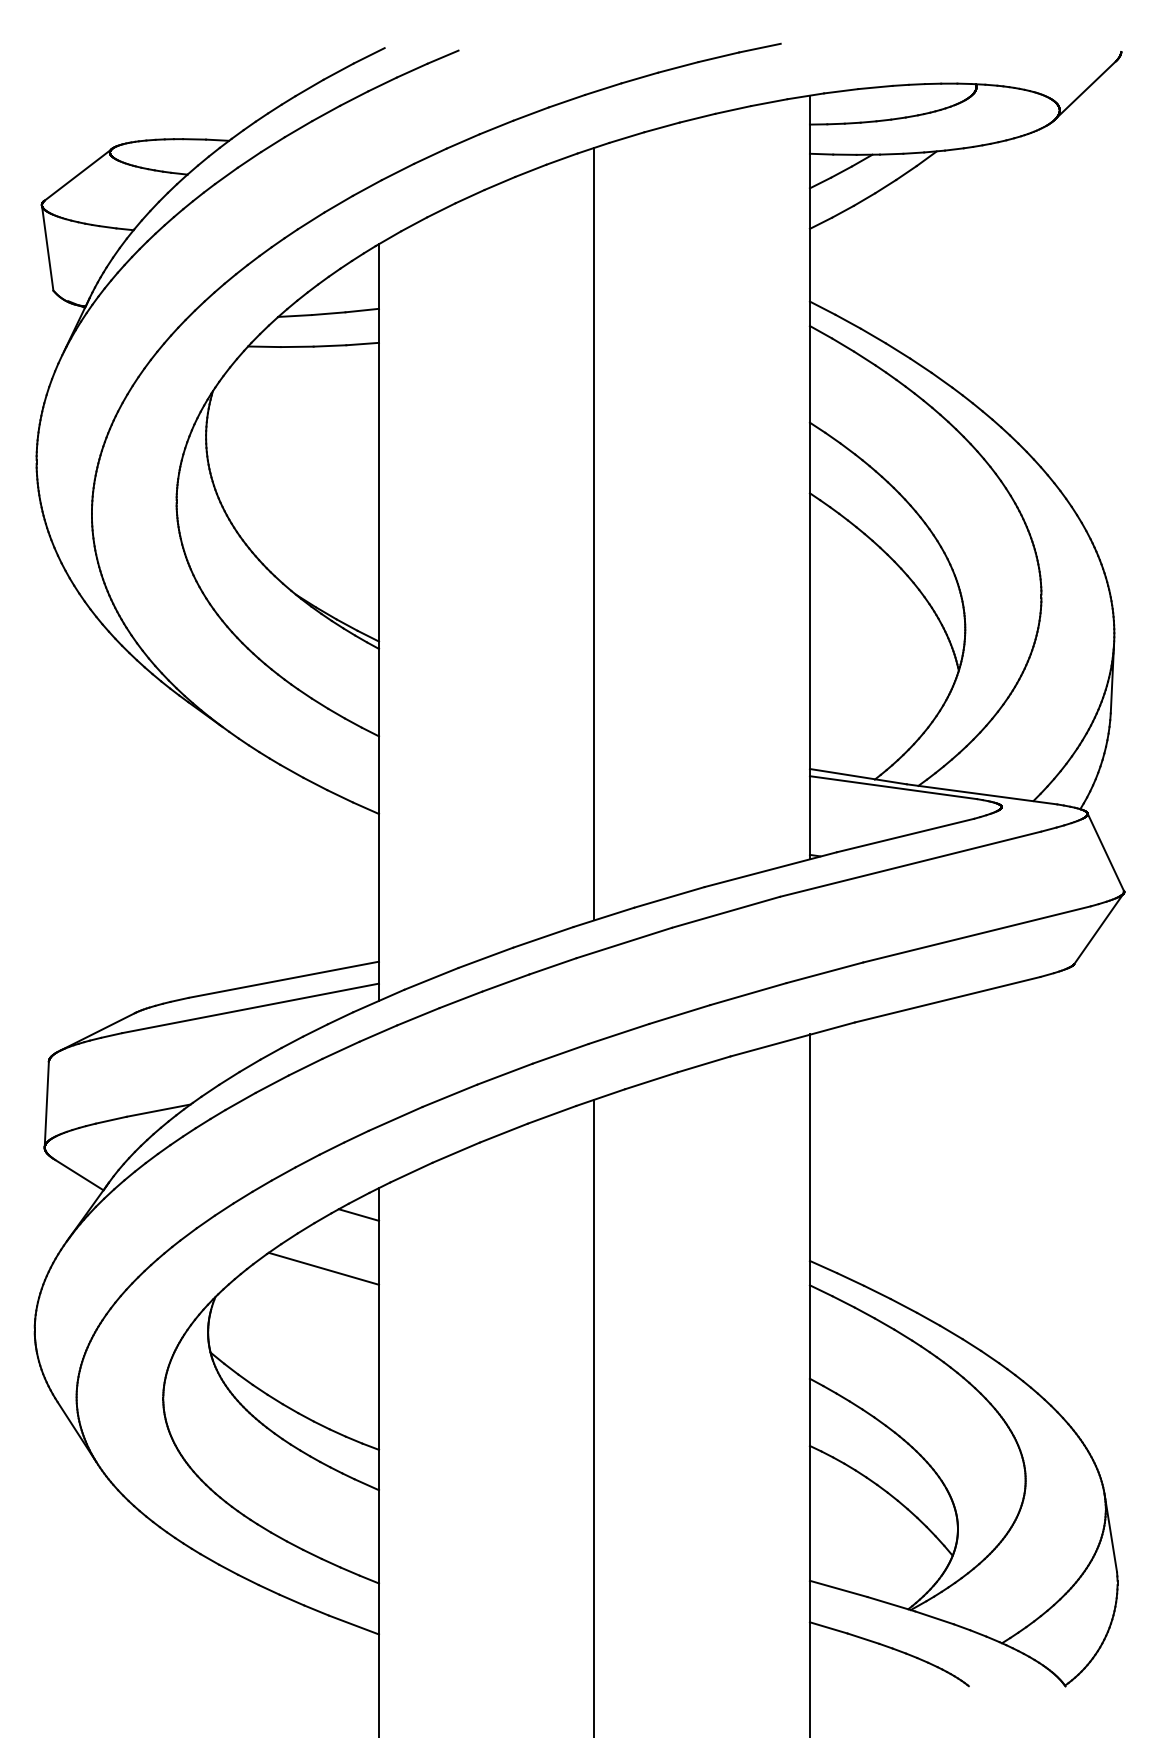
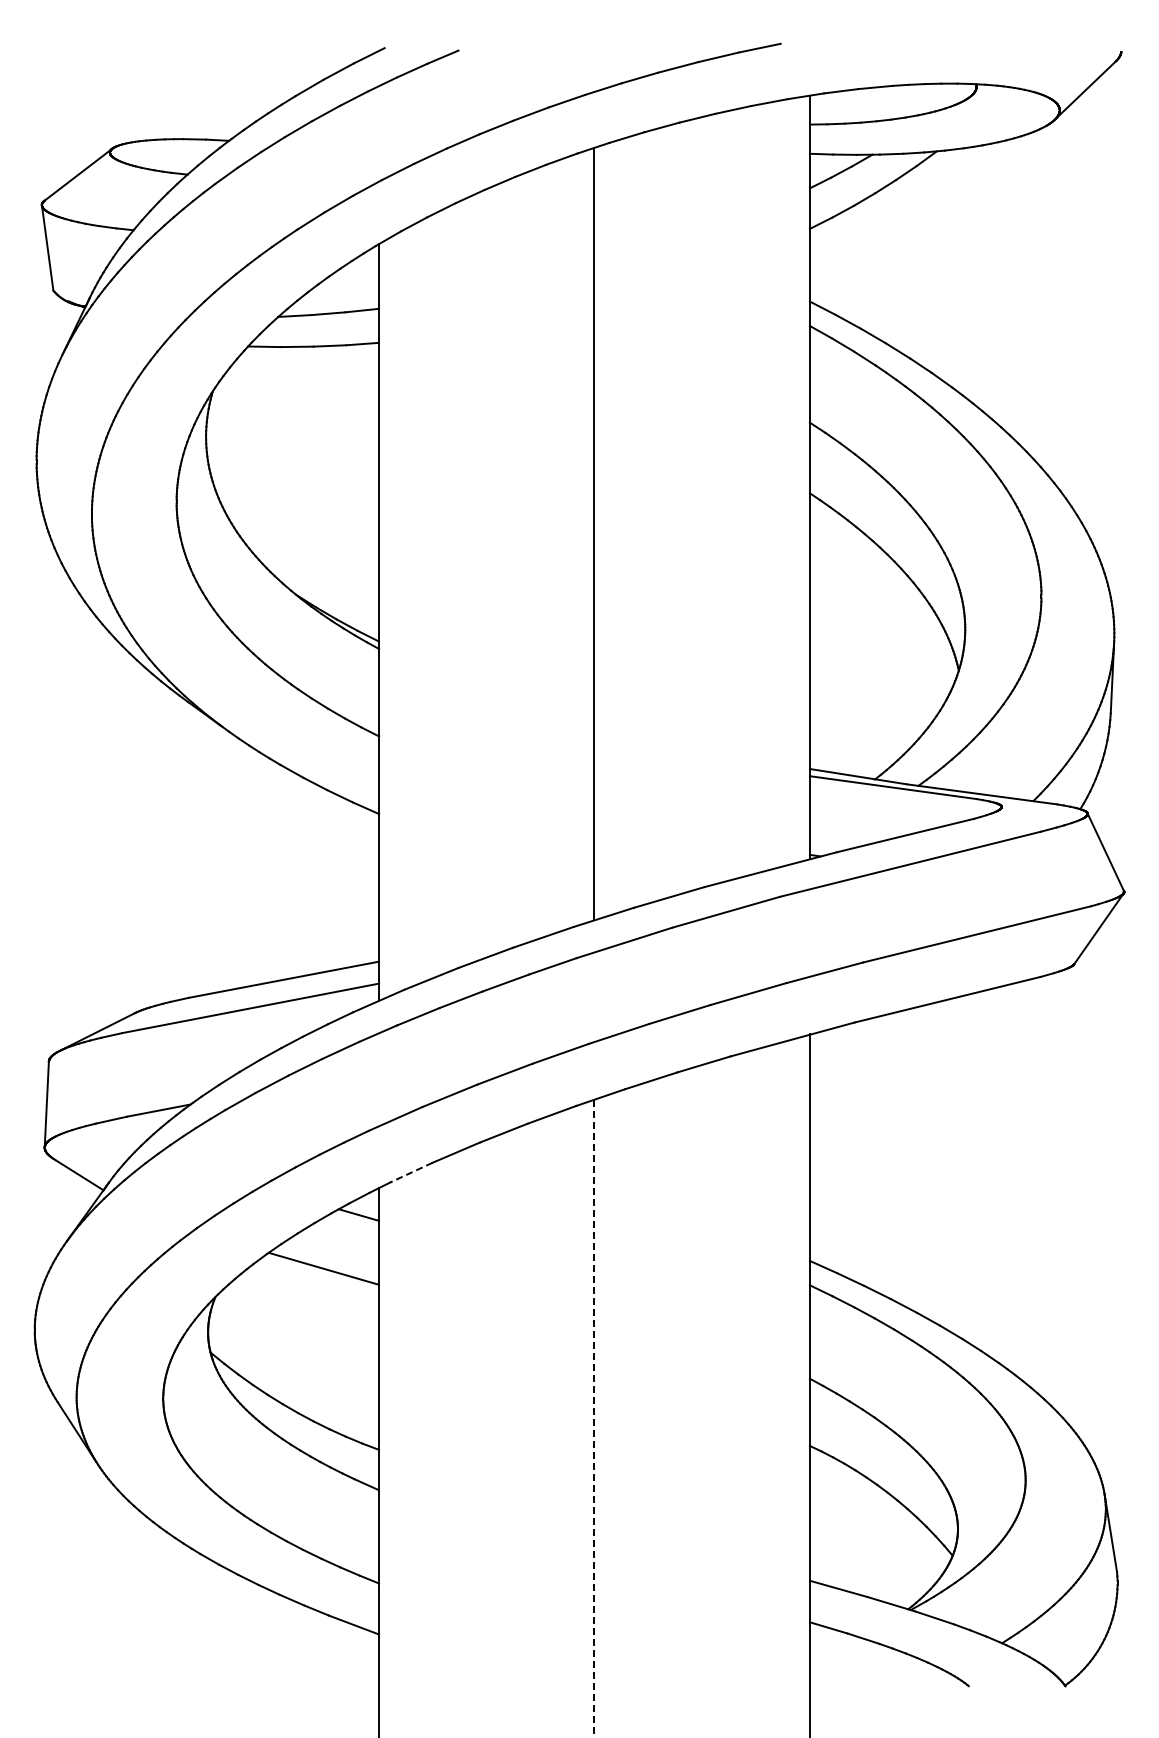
line at (410, 1172): solid -> dashed
line at (594, 1418): solid -> dashed
